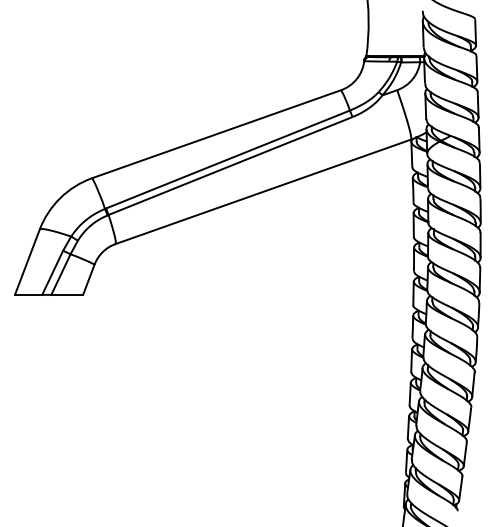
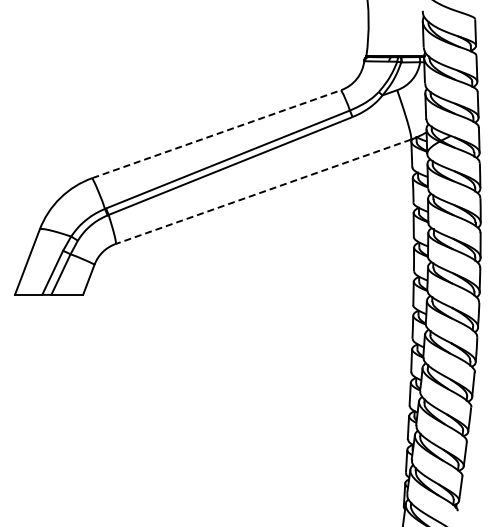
line at (216, 134): solid -> dashed
line at (263, 191): solid -> dashed
